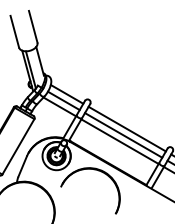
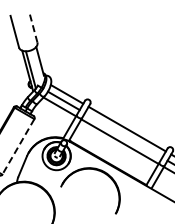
line at (33, 26): solid -> dashed
line at (123, 135): present -> none
line at (18, 147): solid -> dashed
